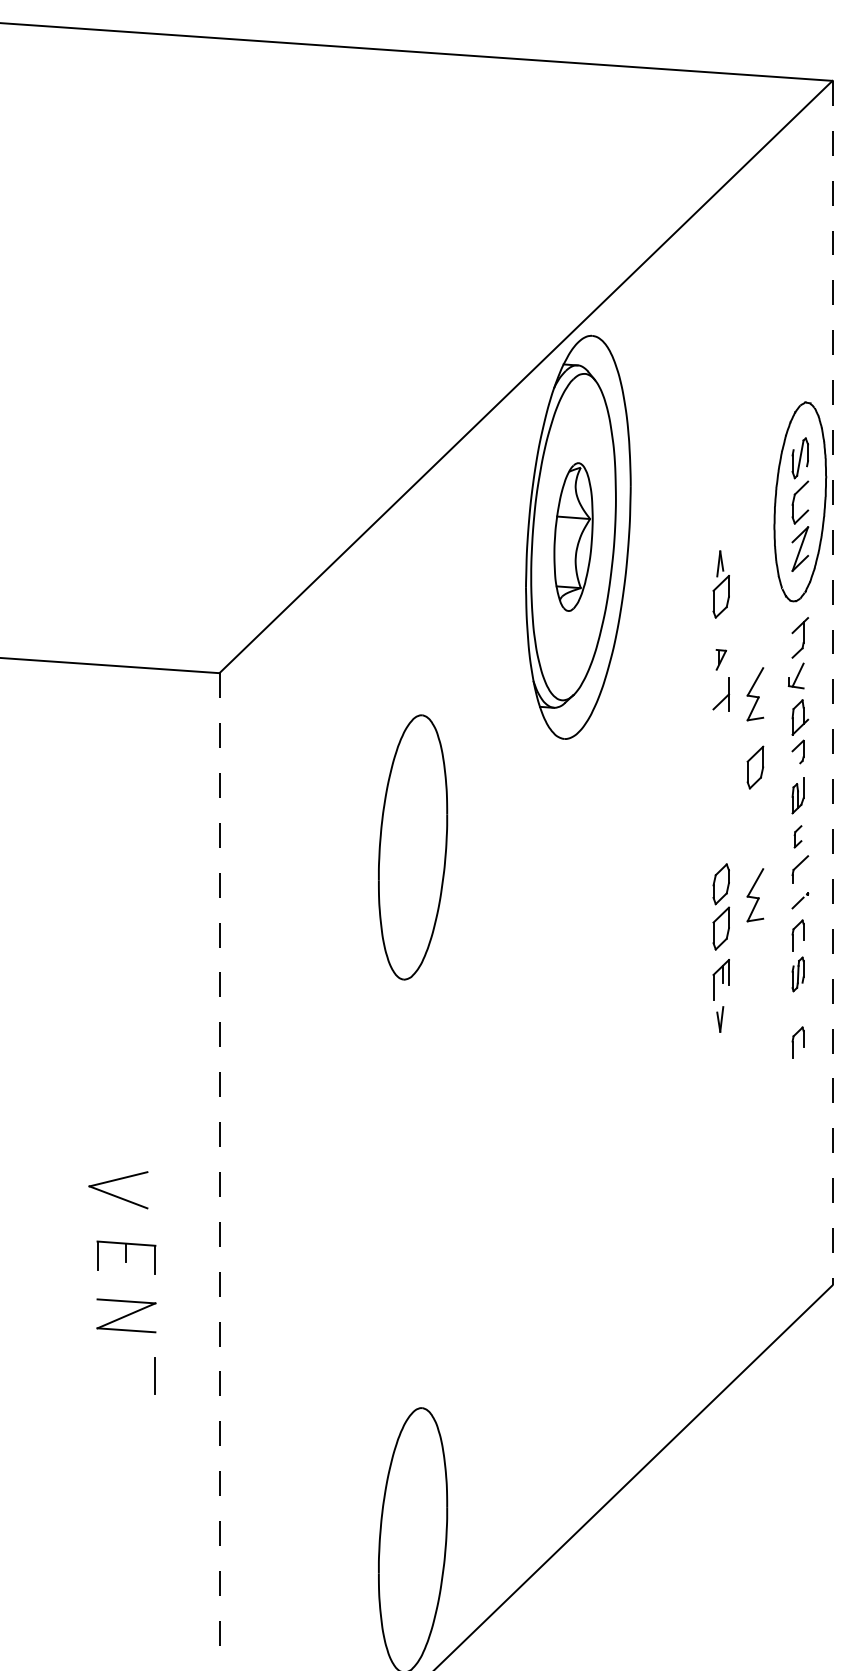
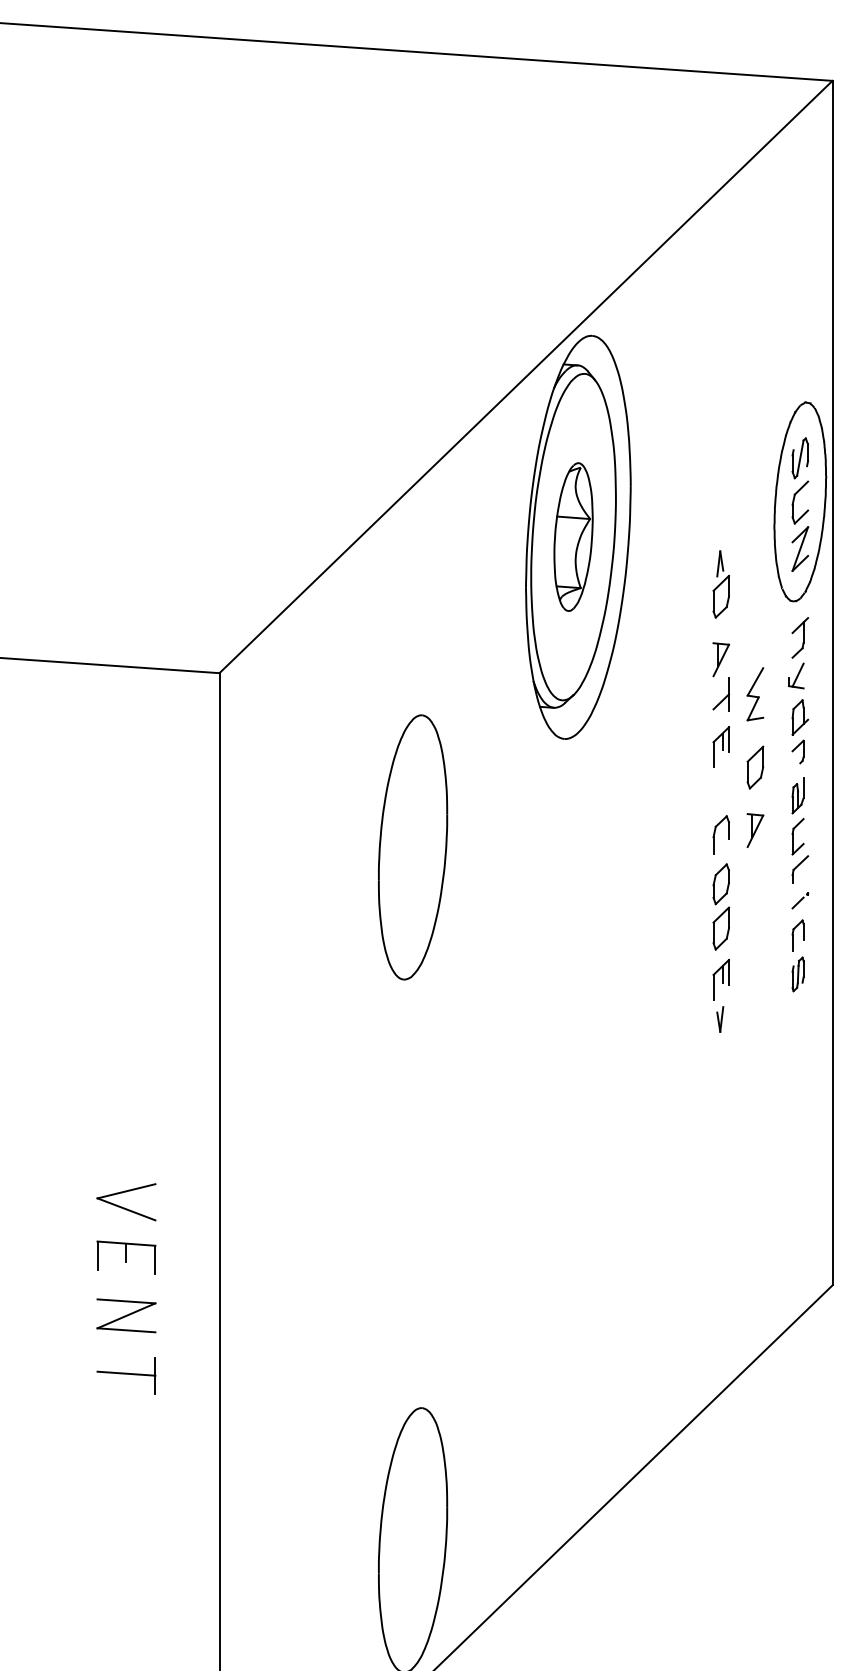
part at (721, 659) size: 13x22 px -> 19x36 px
line at (832, 683): dashed -> solid
part at (721, 746): none -> present
part at (755, 830): none -> present
part at (720, 834): none -> present
part at (797, 836) size: 10x24 px -> 14x38 px
part at (755, 895): present -> none
part at (797, 1042): present -> none
line at (219, 1171): dashed -> solid
part at (118, 1190) position: (118, 1190) -> (126, 1202)
line at (126, 1373): none -> present
